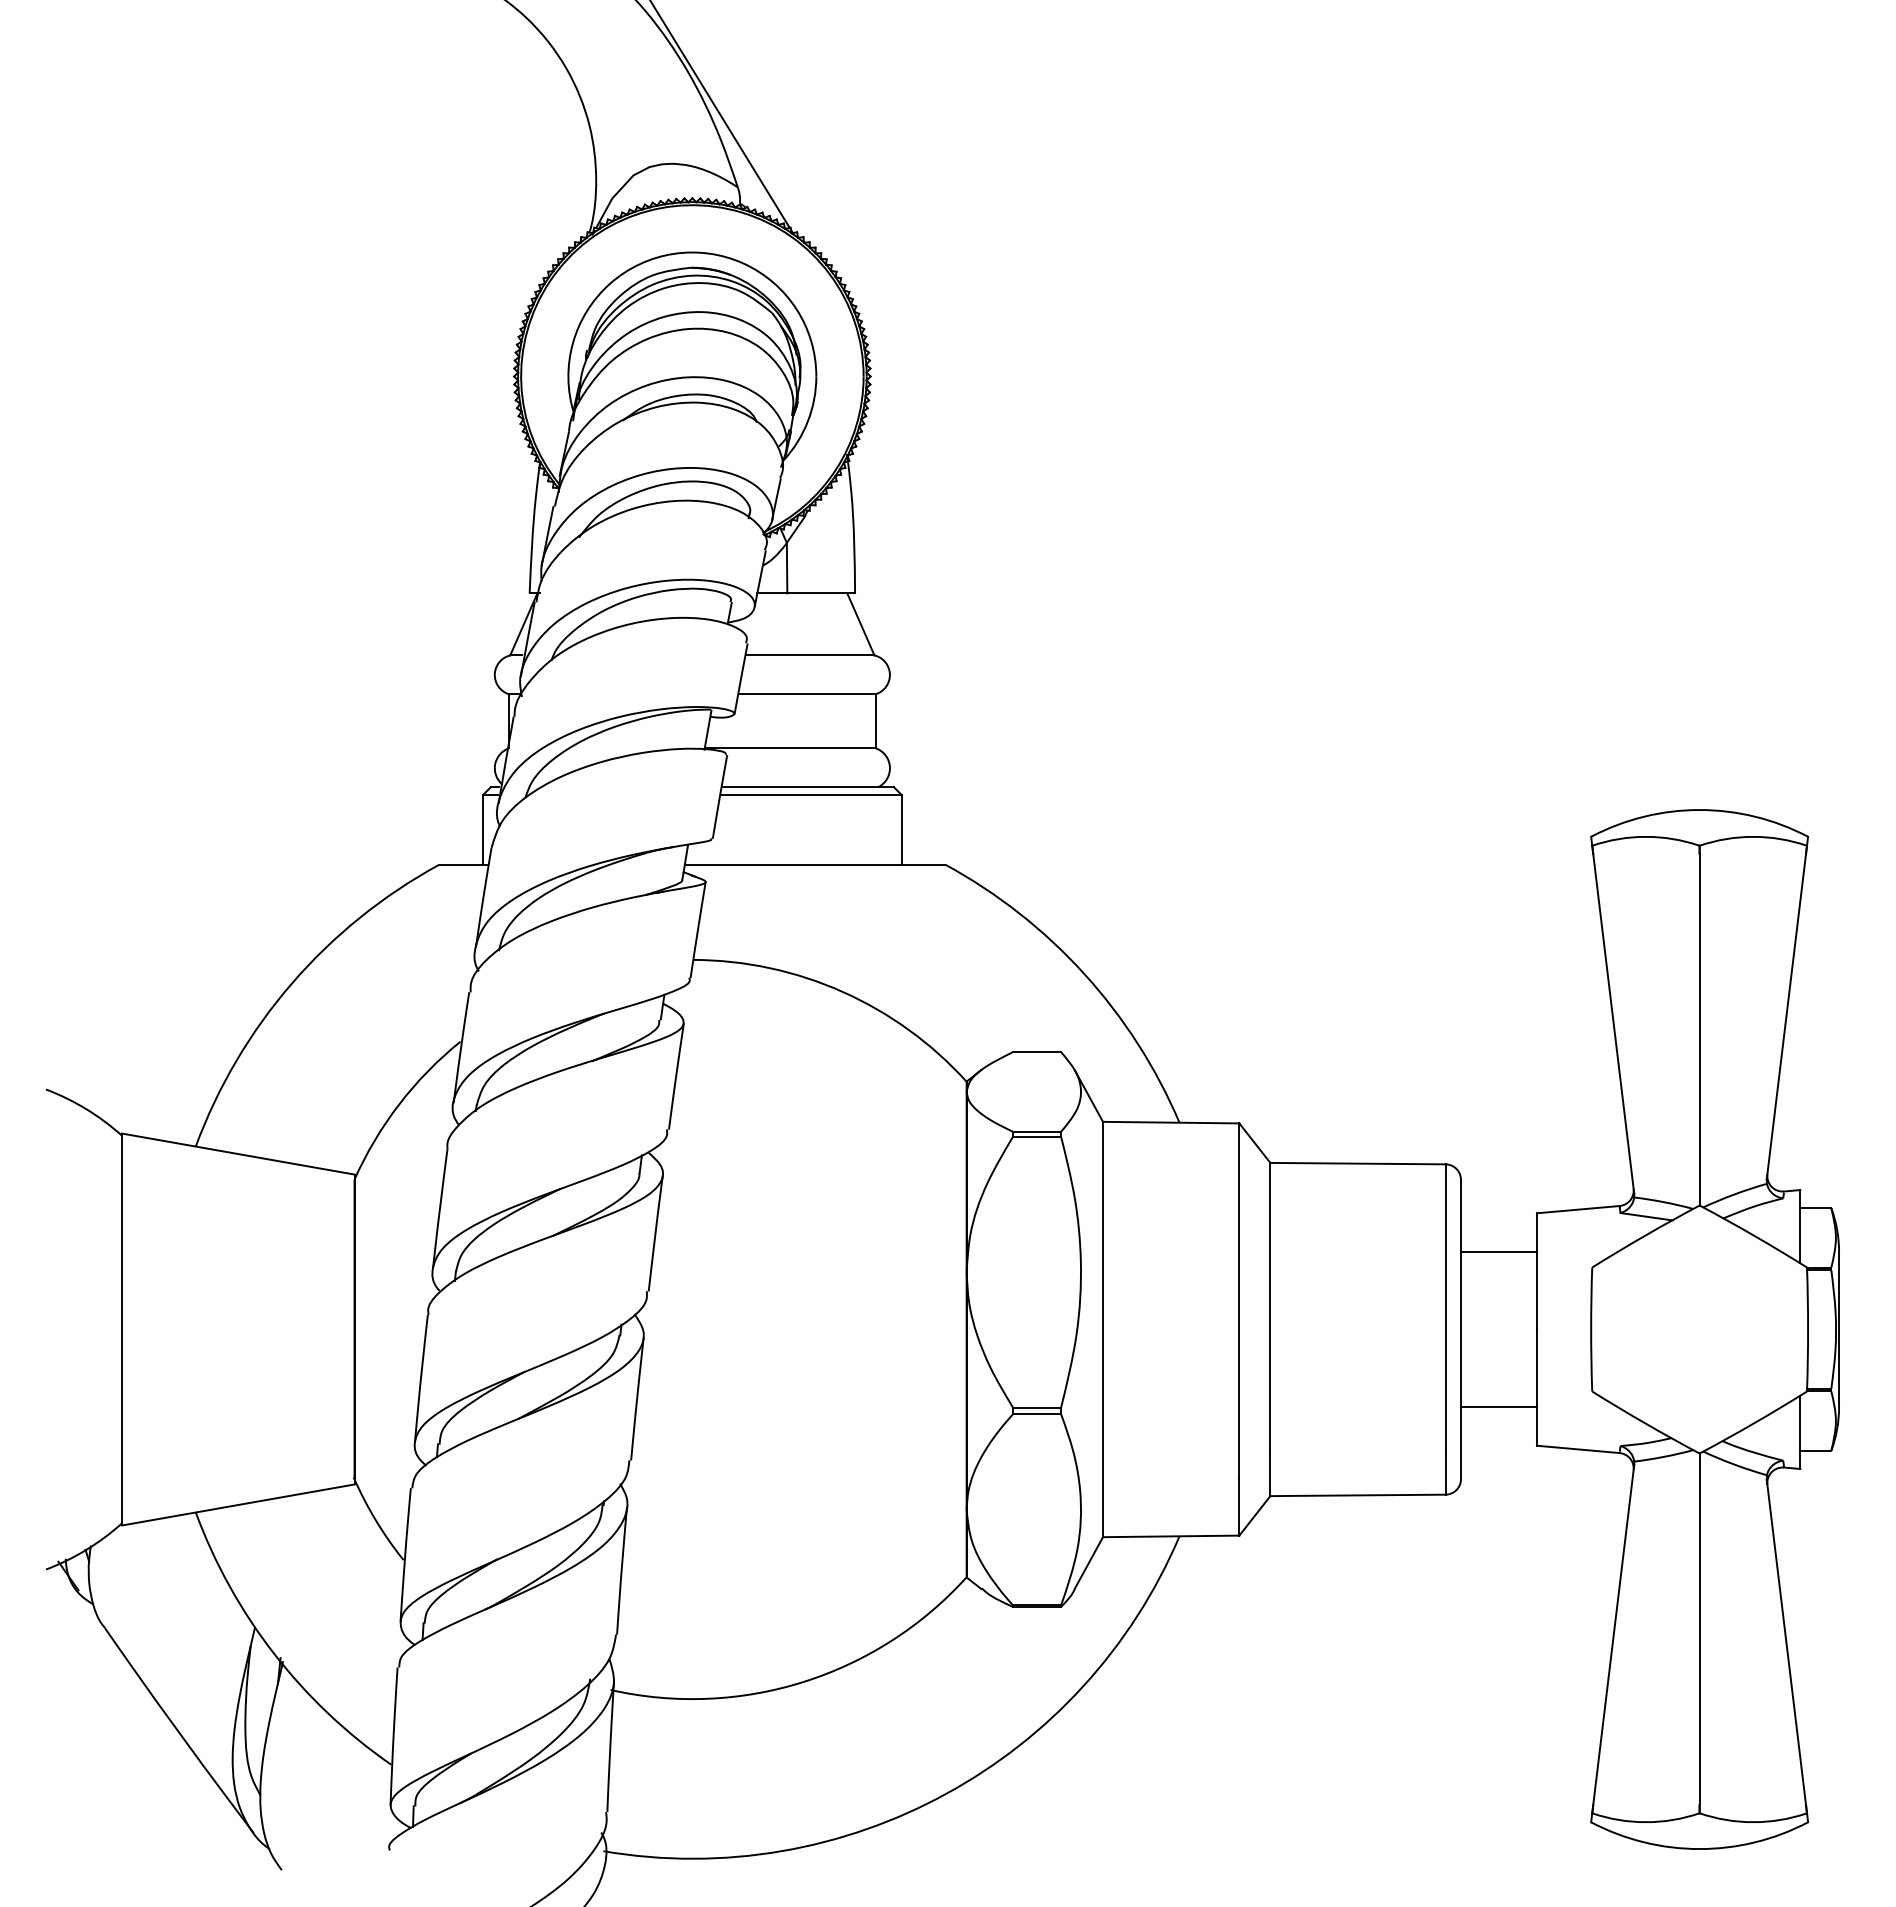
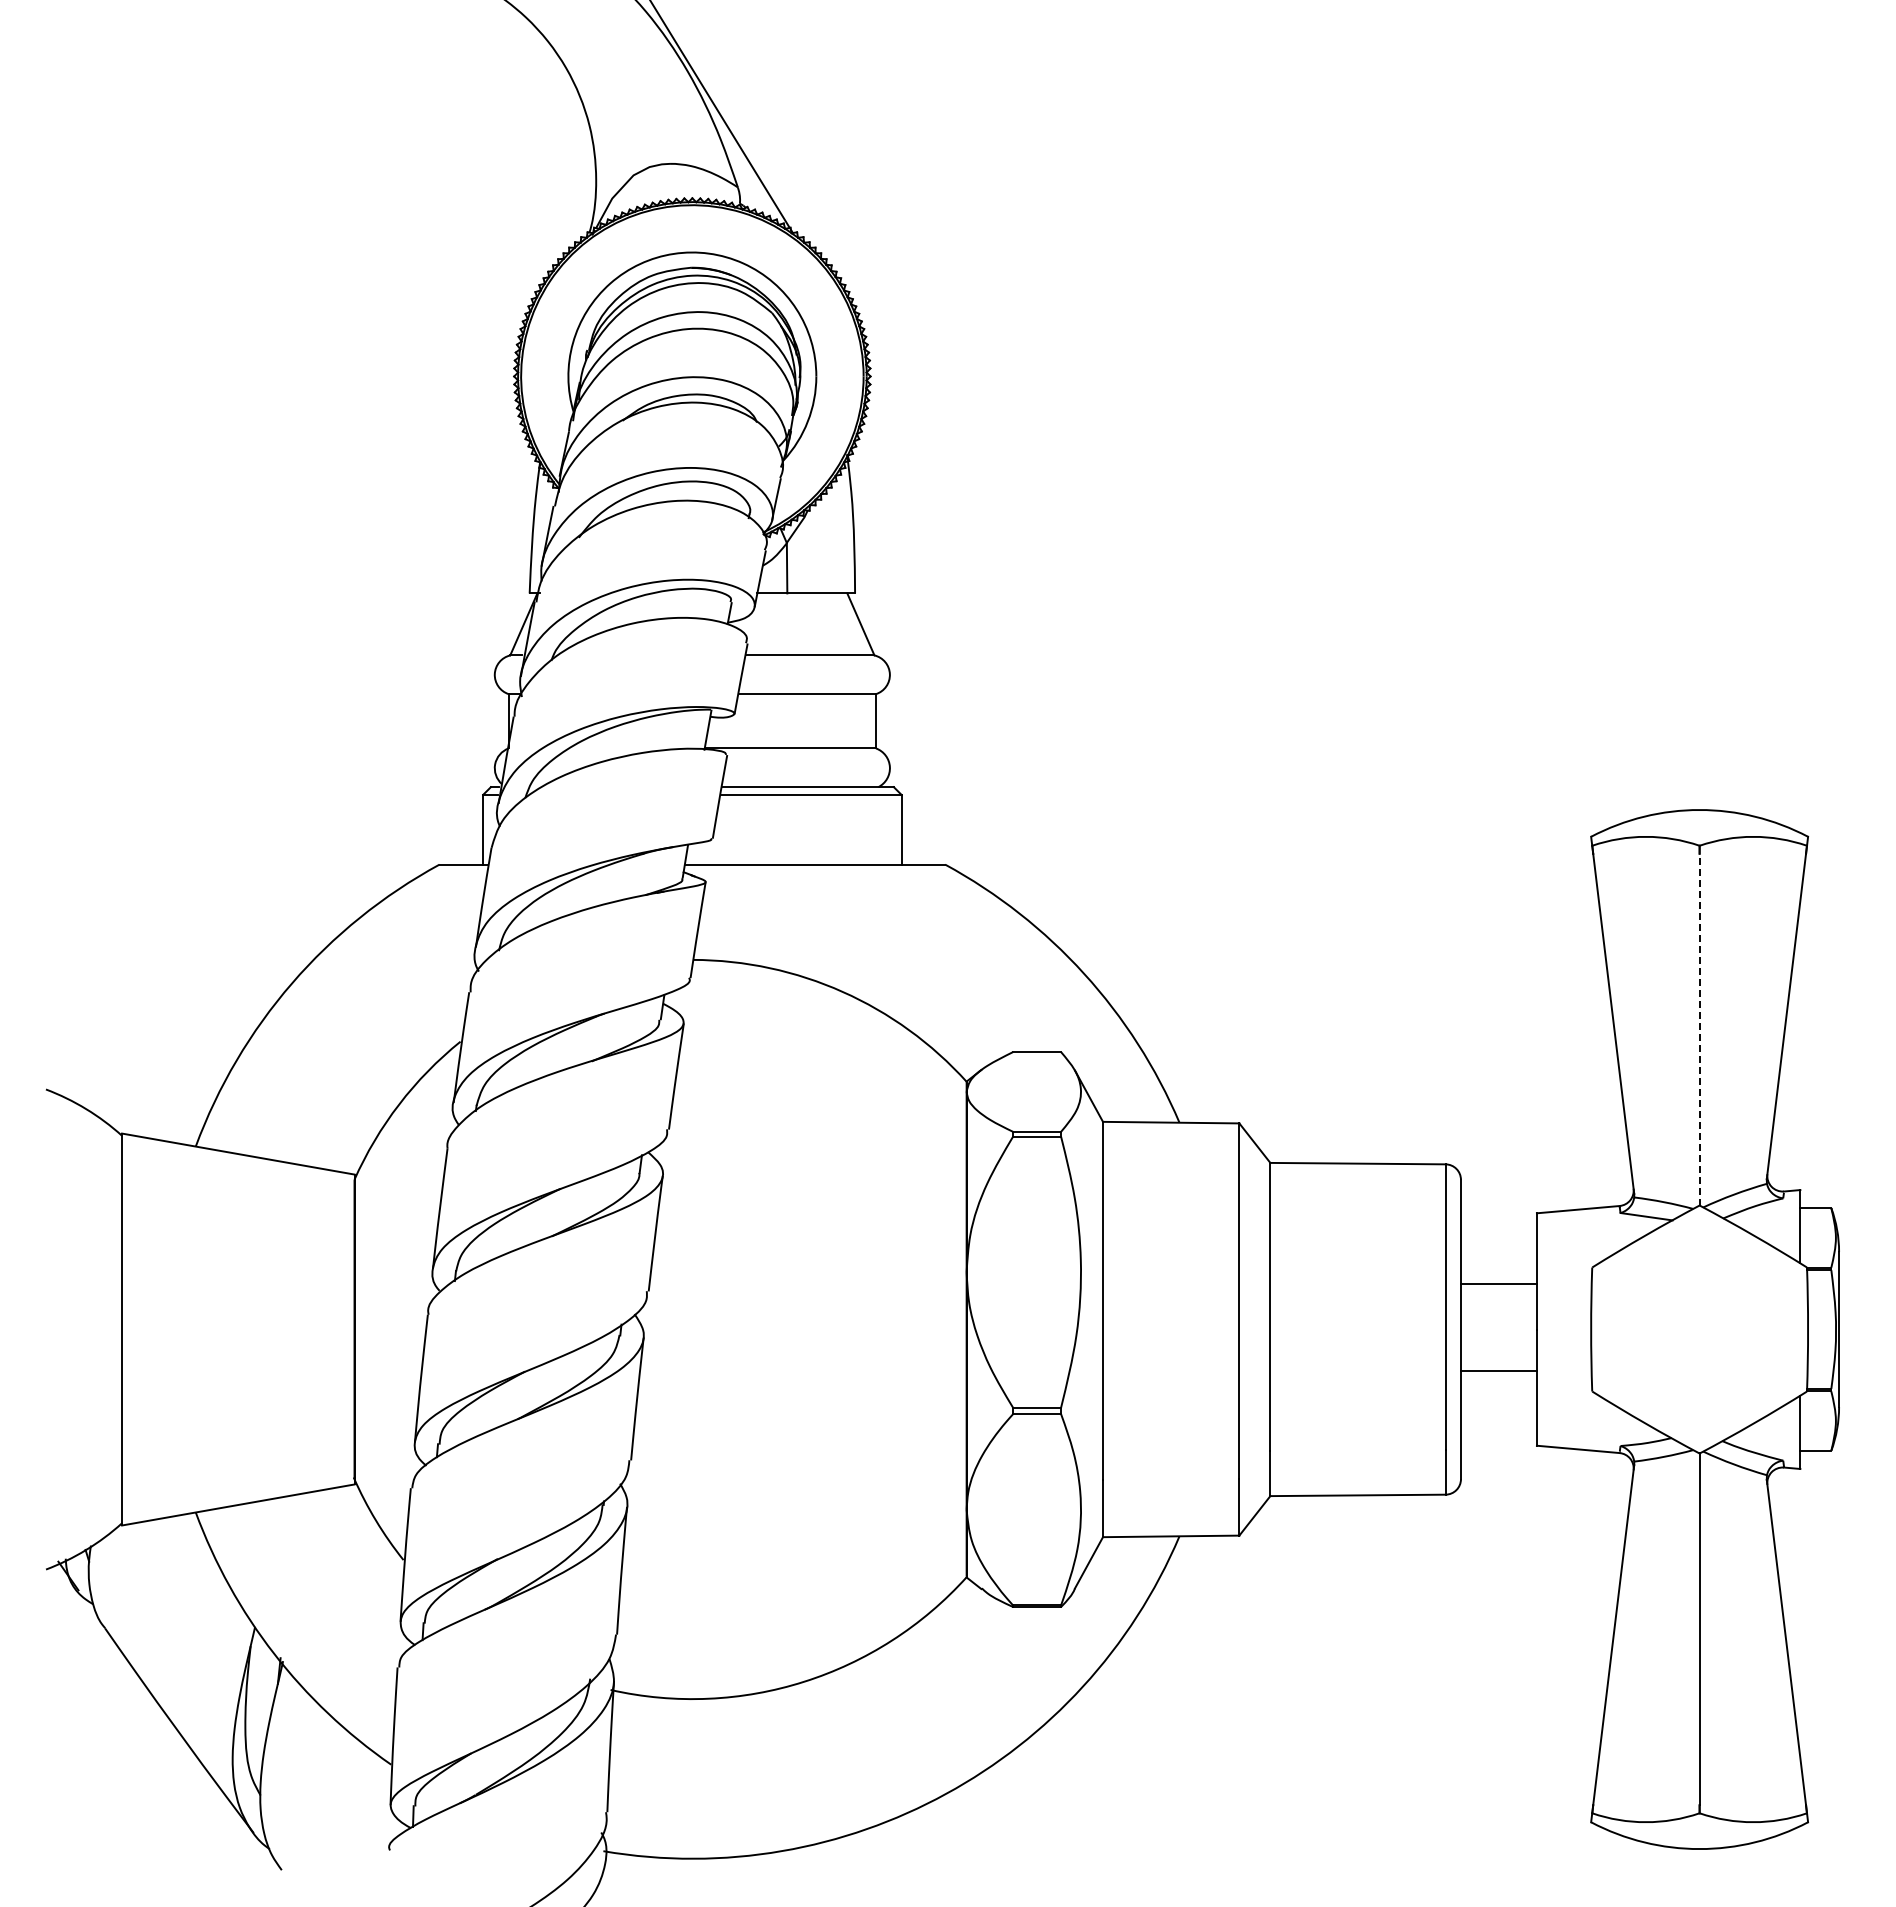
line at (1699, 1029): solid -> dashed
line at (1498, 1252) position: (1498, 1252) -> (1498, 1284)
line at (1498, 1407) position: (1498, 1407) -> (1498, 1371)
